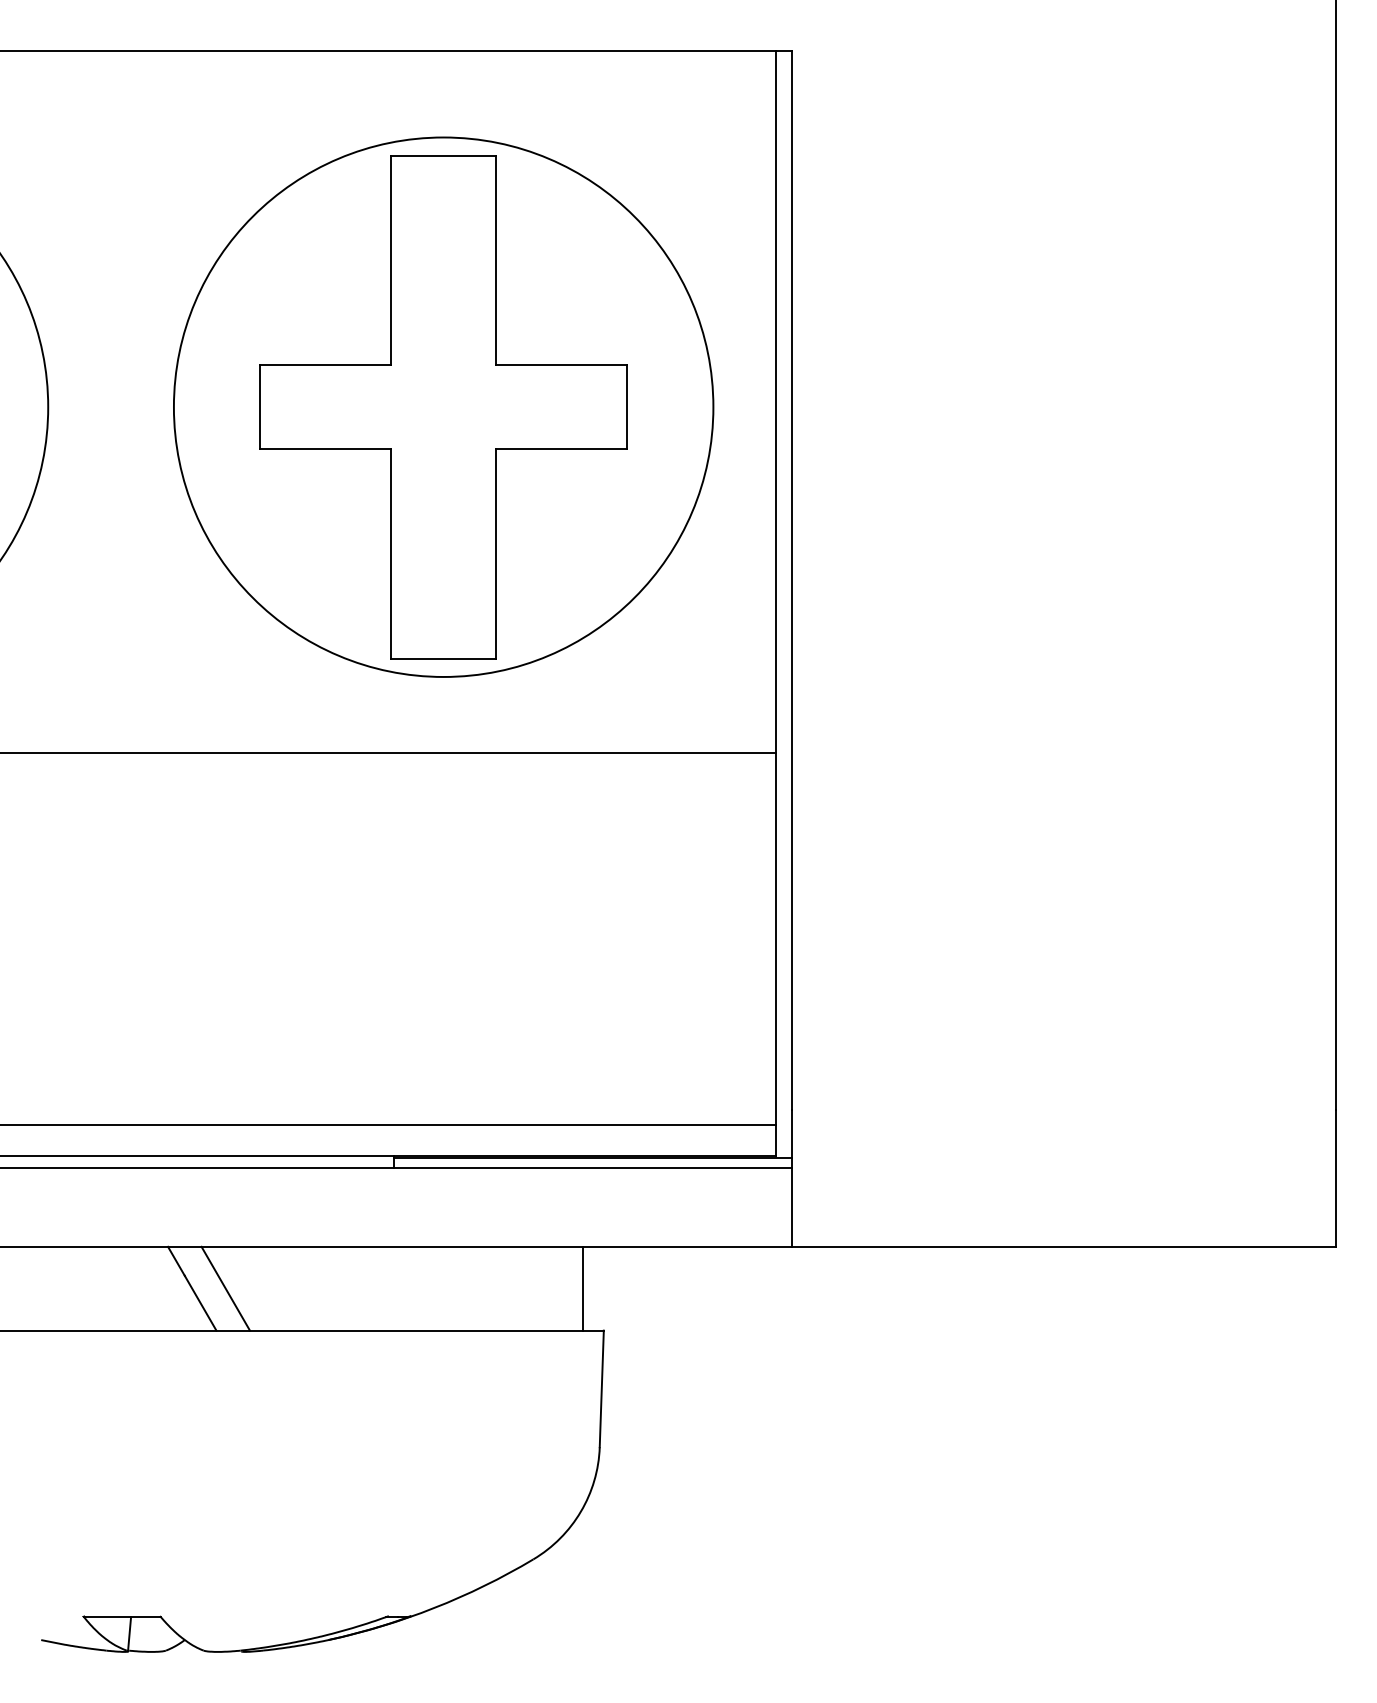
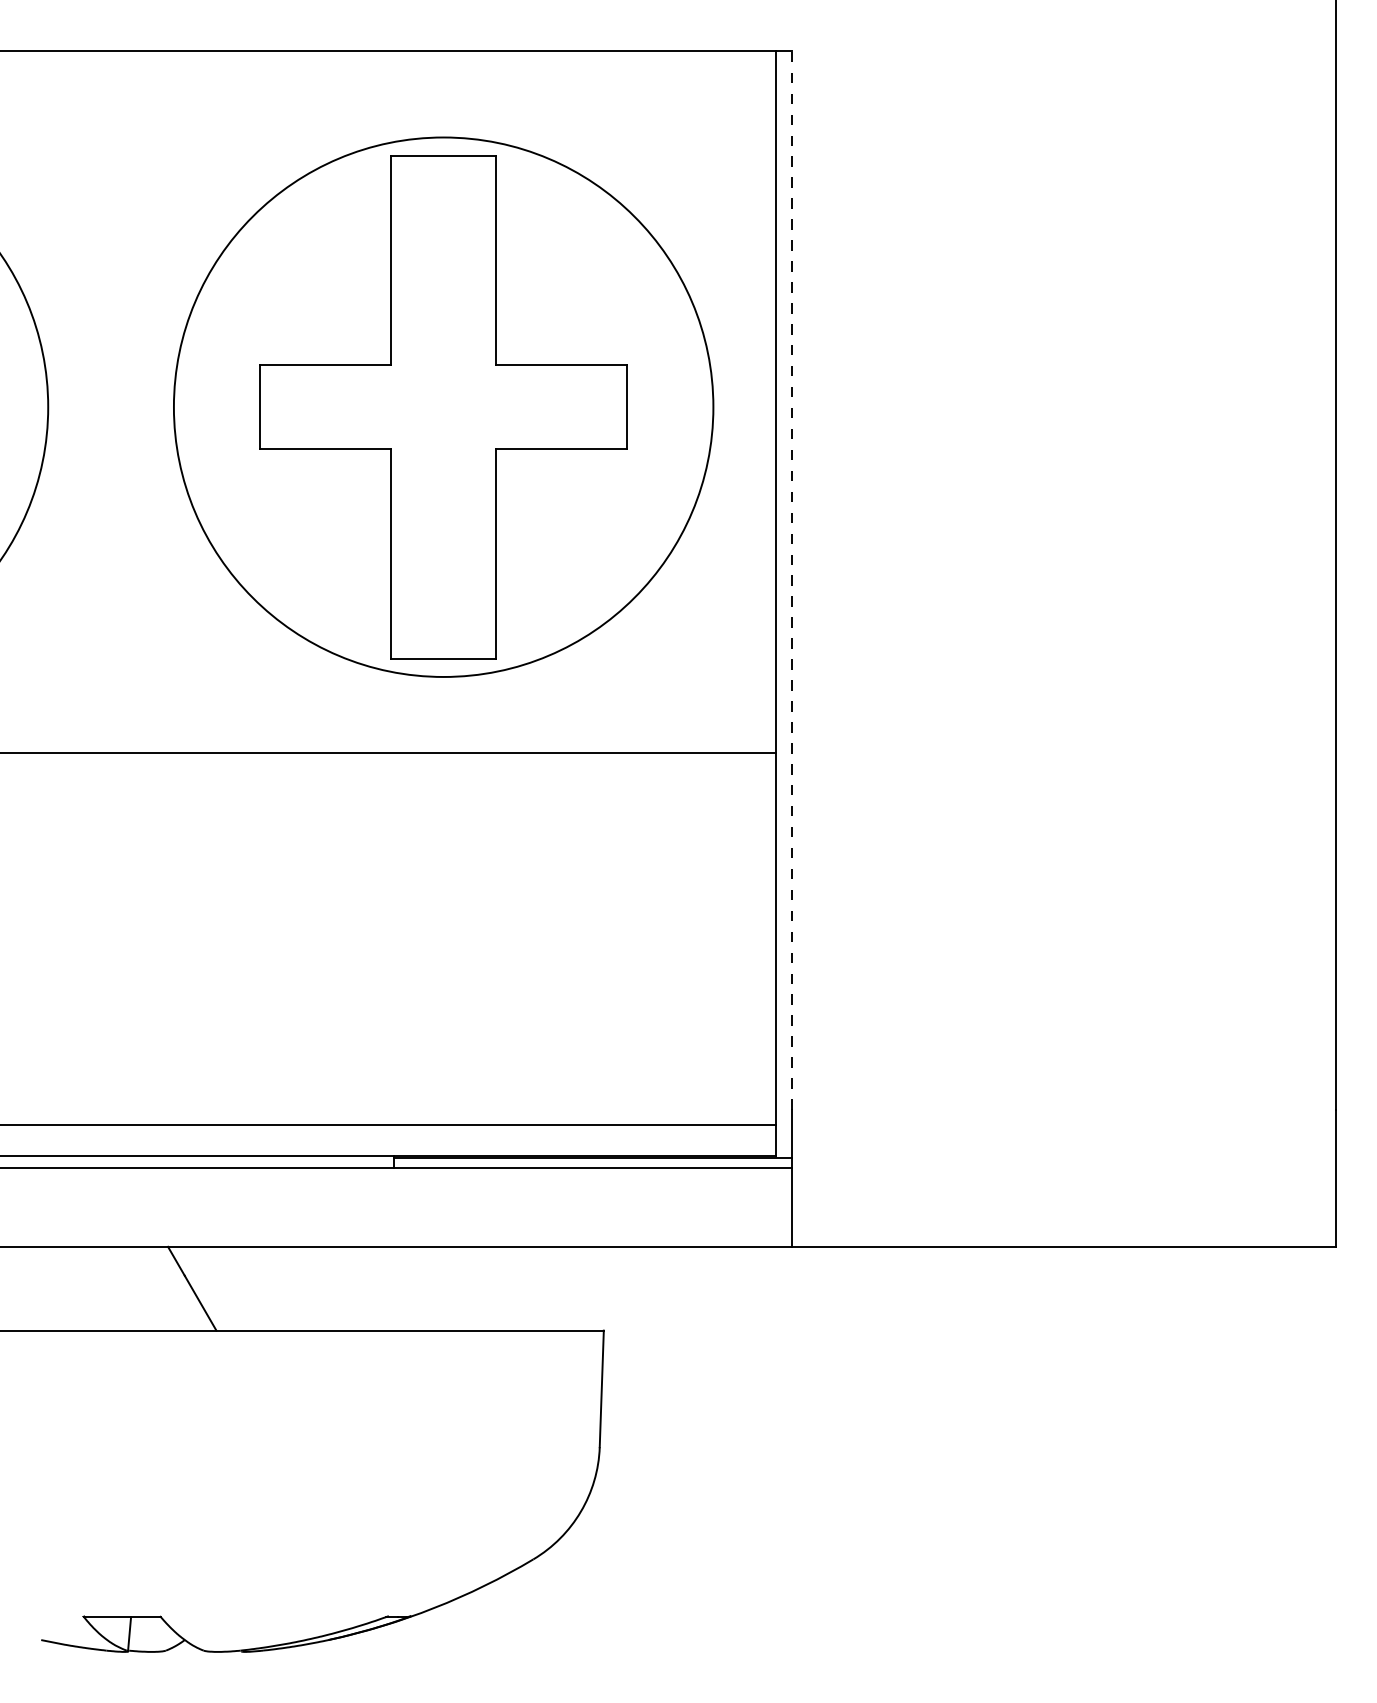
line at (791, 579): solid -> dashed
line at (225, 1288): present -> none
line at (582, 1288): present -> none
